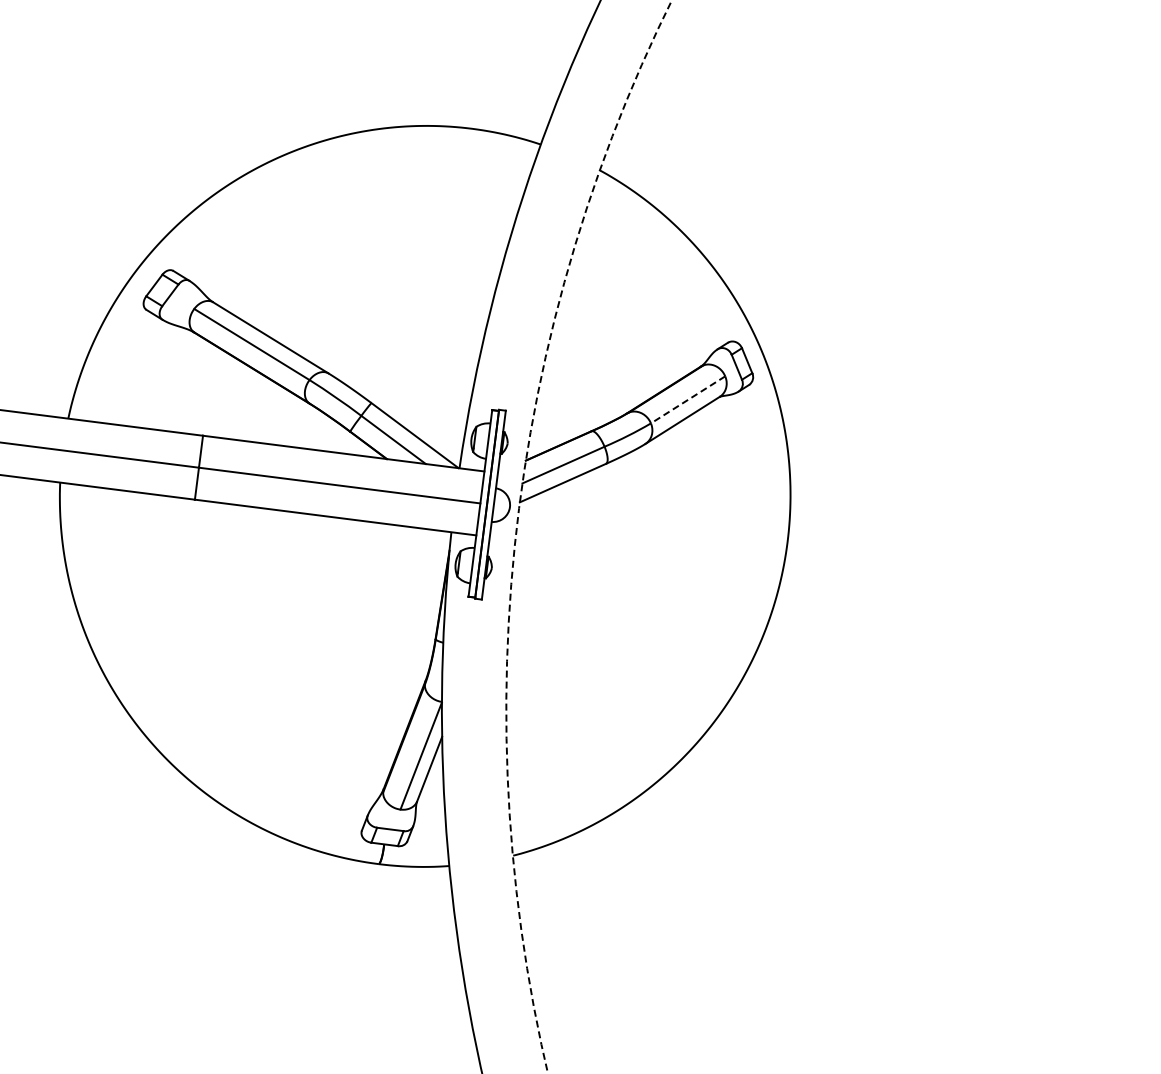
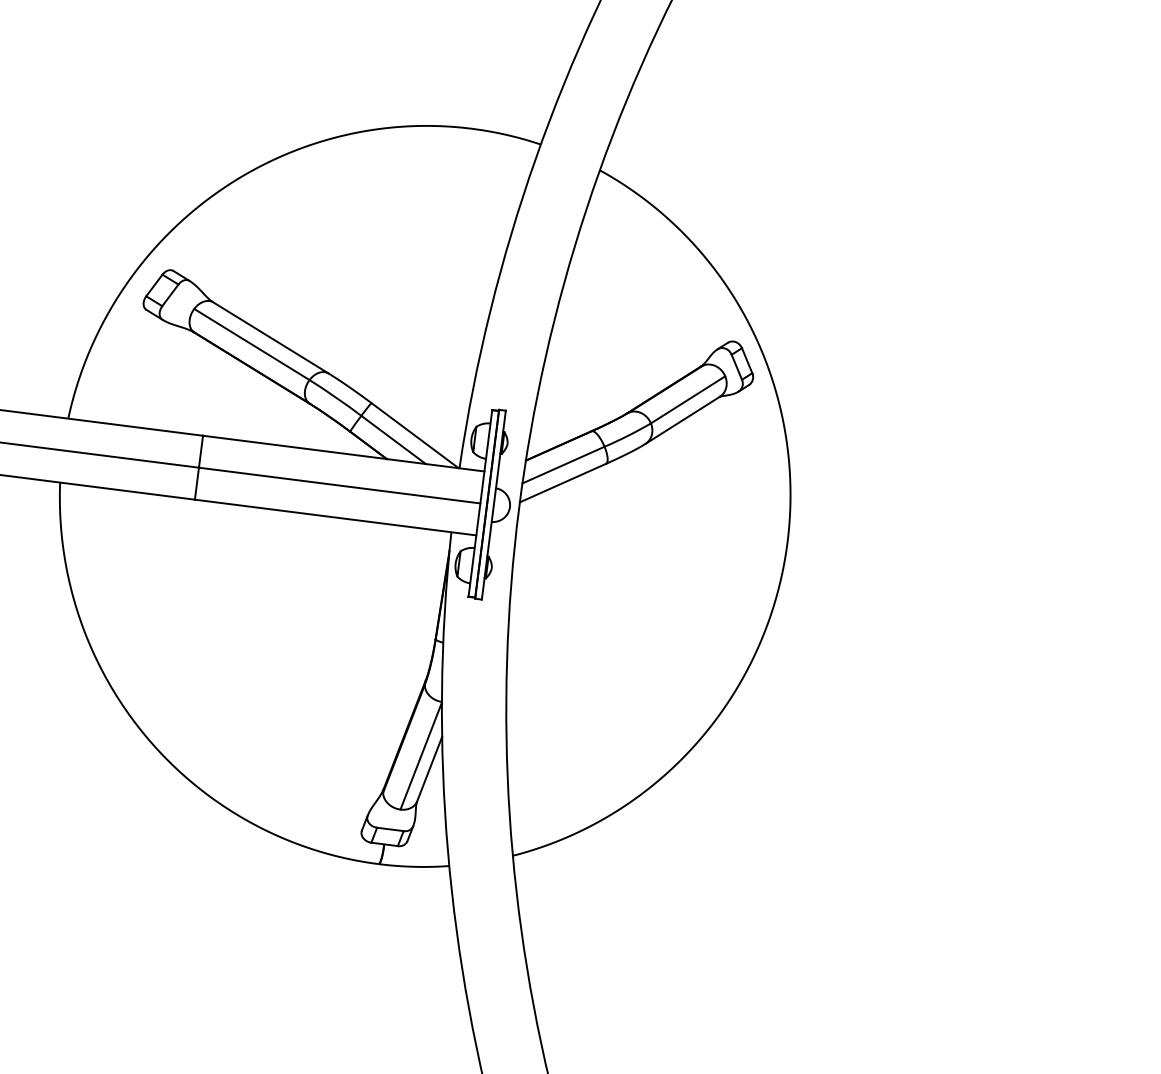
line at (688, 399): dashed -> solid
arc at (517, 525): dashed -> solid
